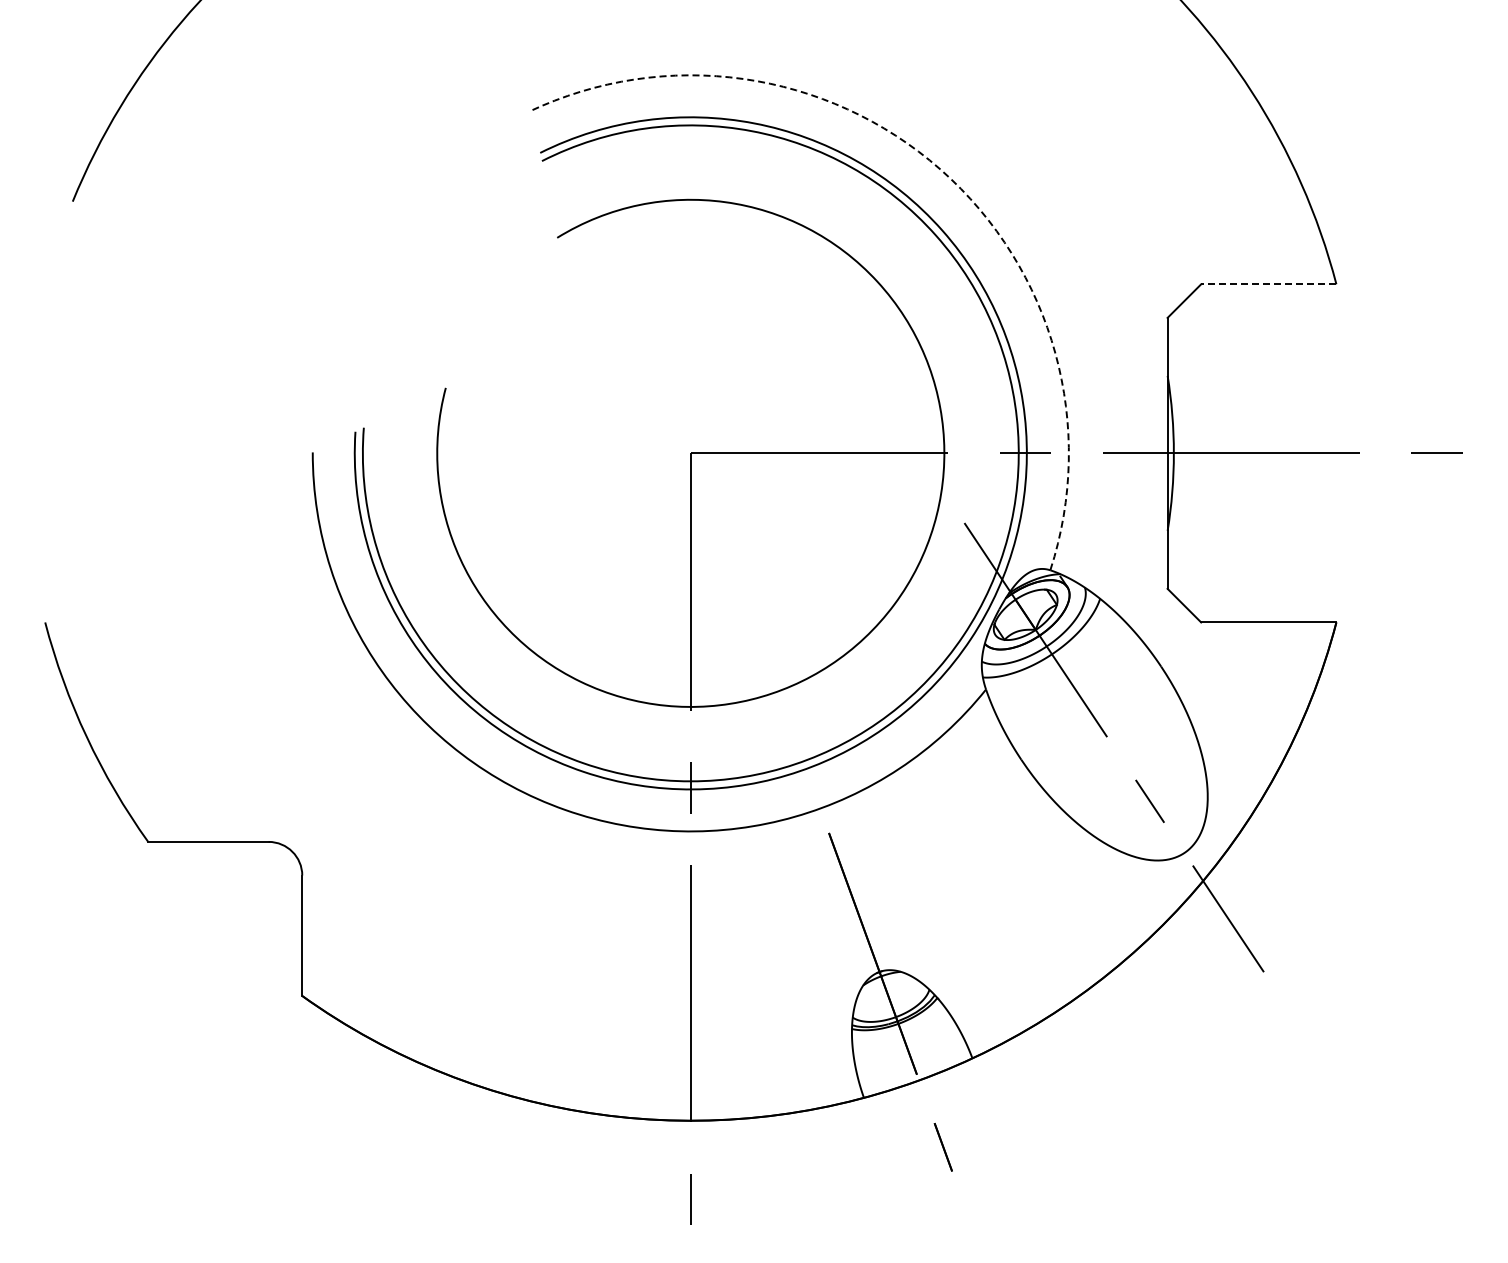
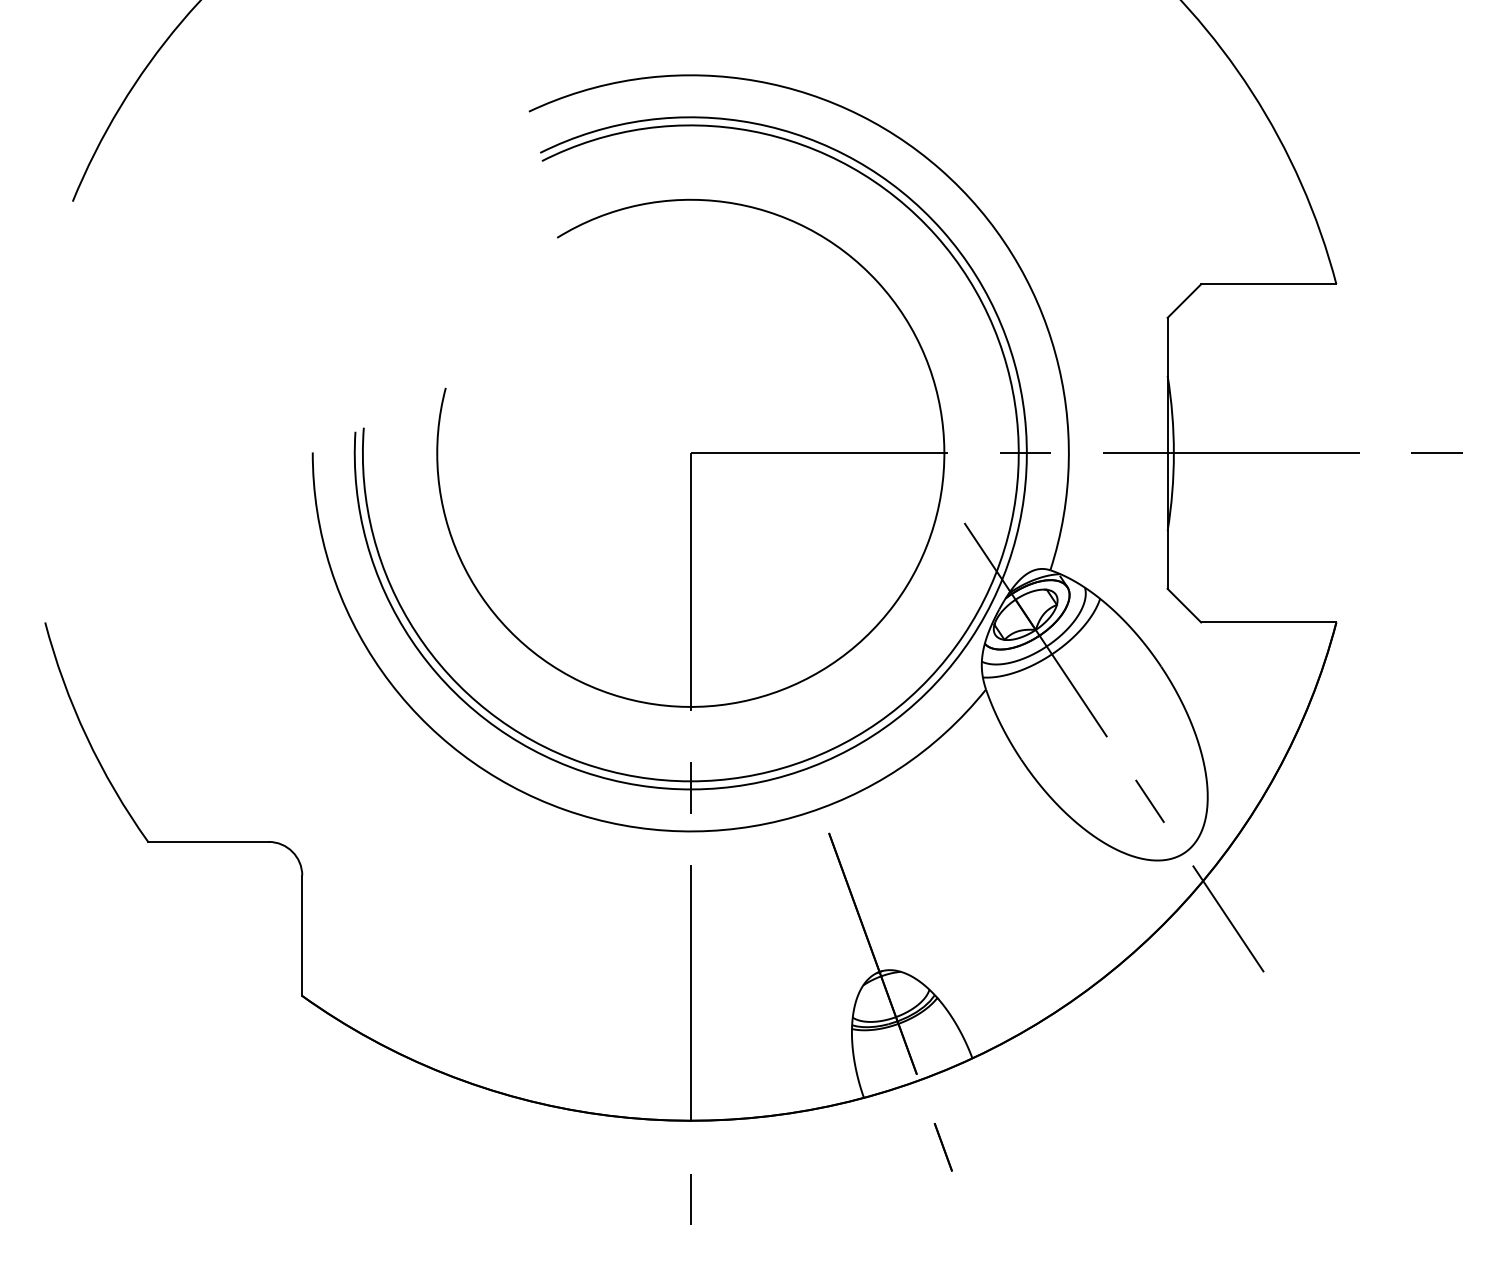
arc at (940, 169): dashed -> solid
line at (1268, 284): dashed -> solid
